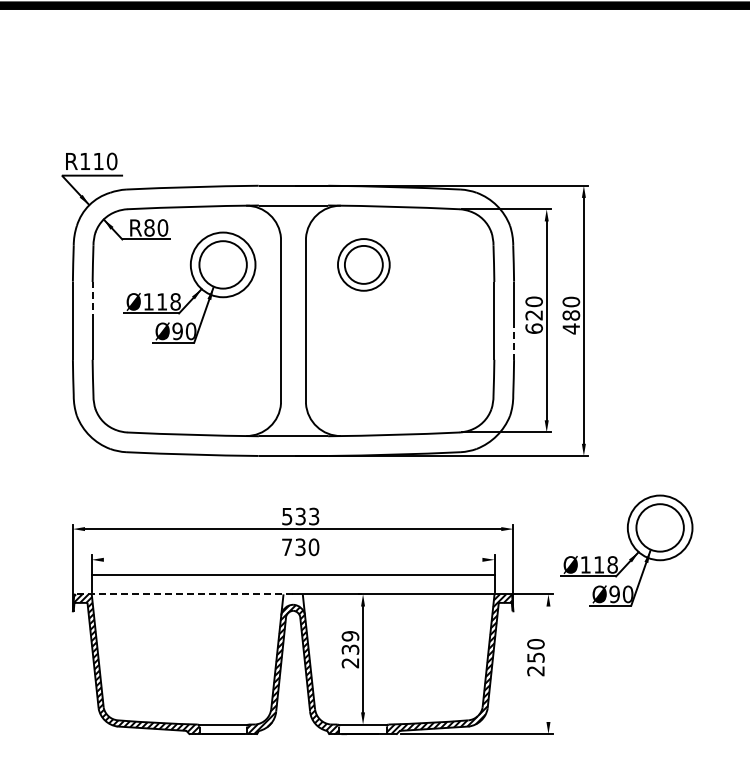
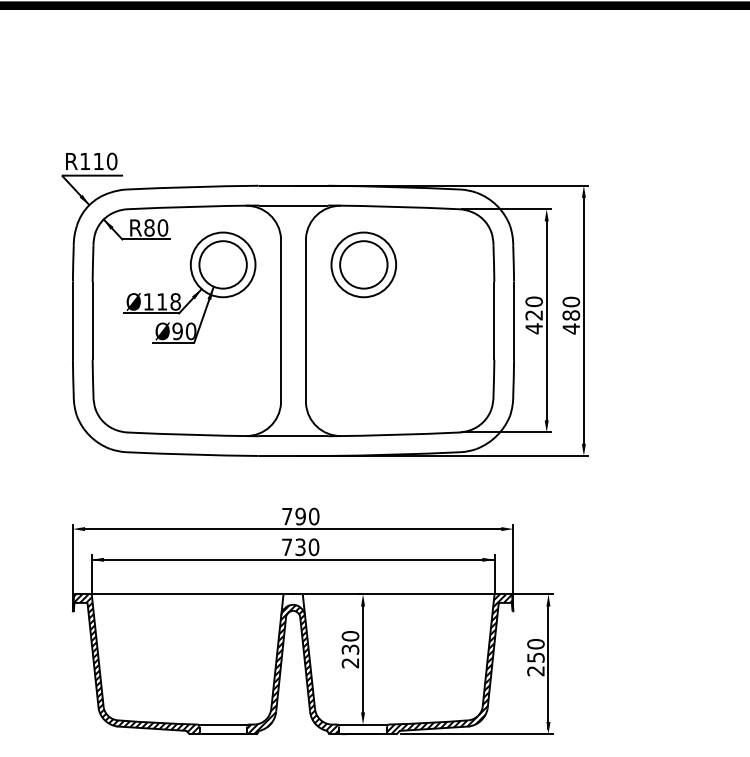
part at (363, 264) size: 54x54 px -> 68x68 px
line at (92, 301): dashed -> solid
text at (533, 328): 620 -> 420
line at (514, 340): dashed -> solid
text at (300, 516): 533 -> 790
part at (632, 546): present -> none
line at (292, 574) position: (292, 574) -> (292, 559)
line at (184, 594): dashed -> solid
text at (350, 636): 239 -> 230
line at (548, 667): none -> present
